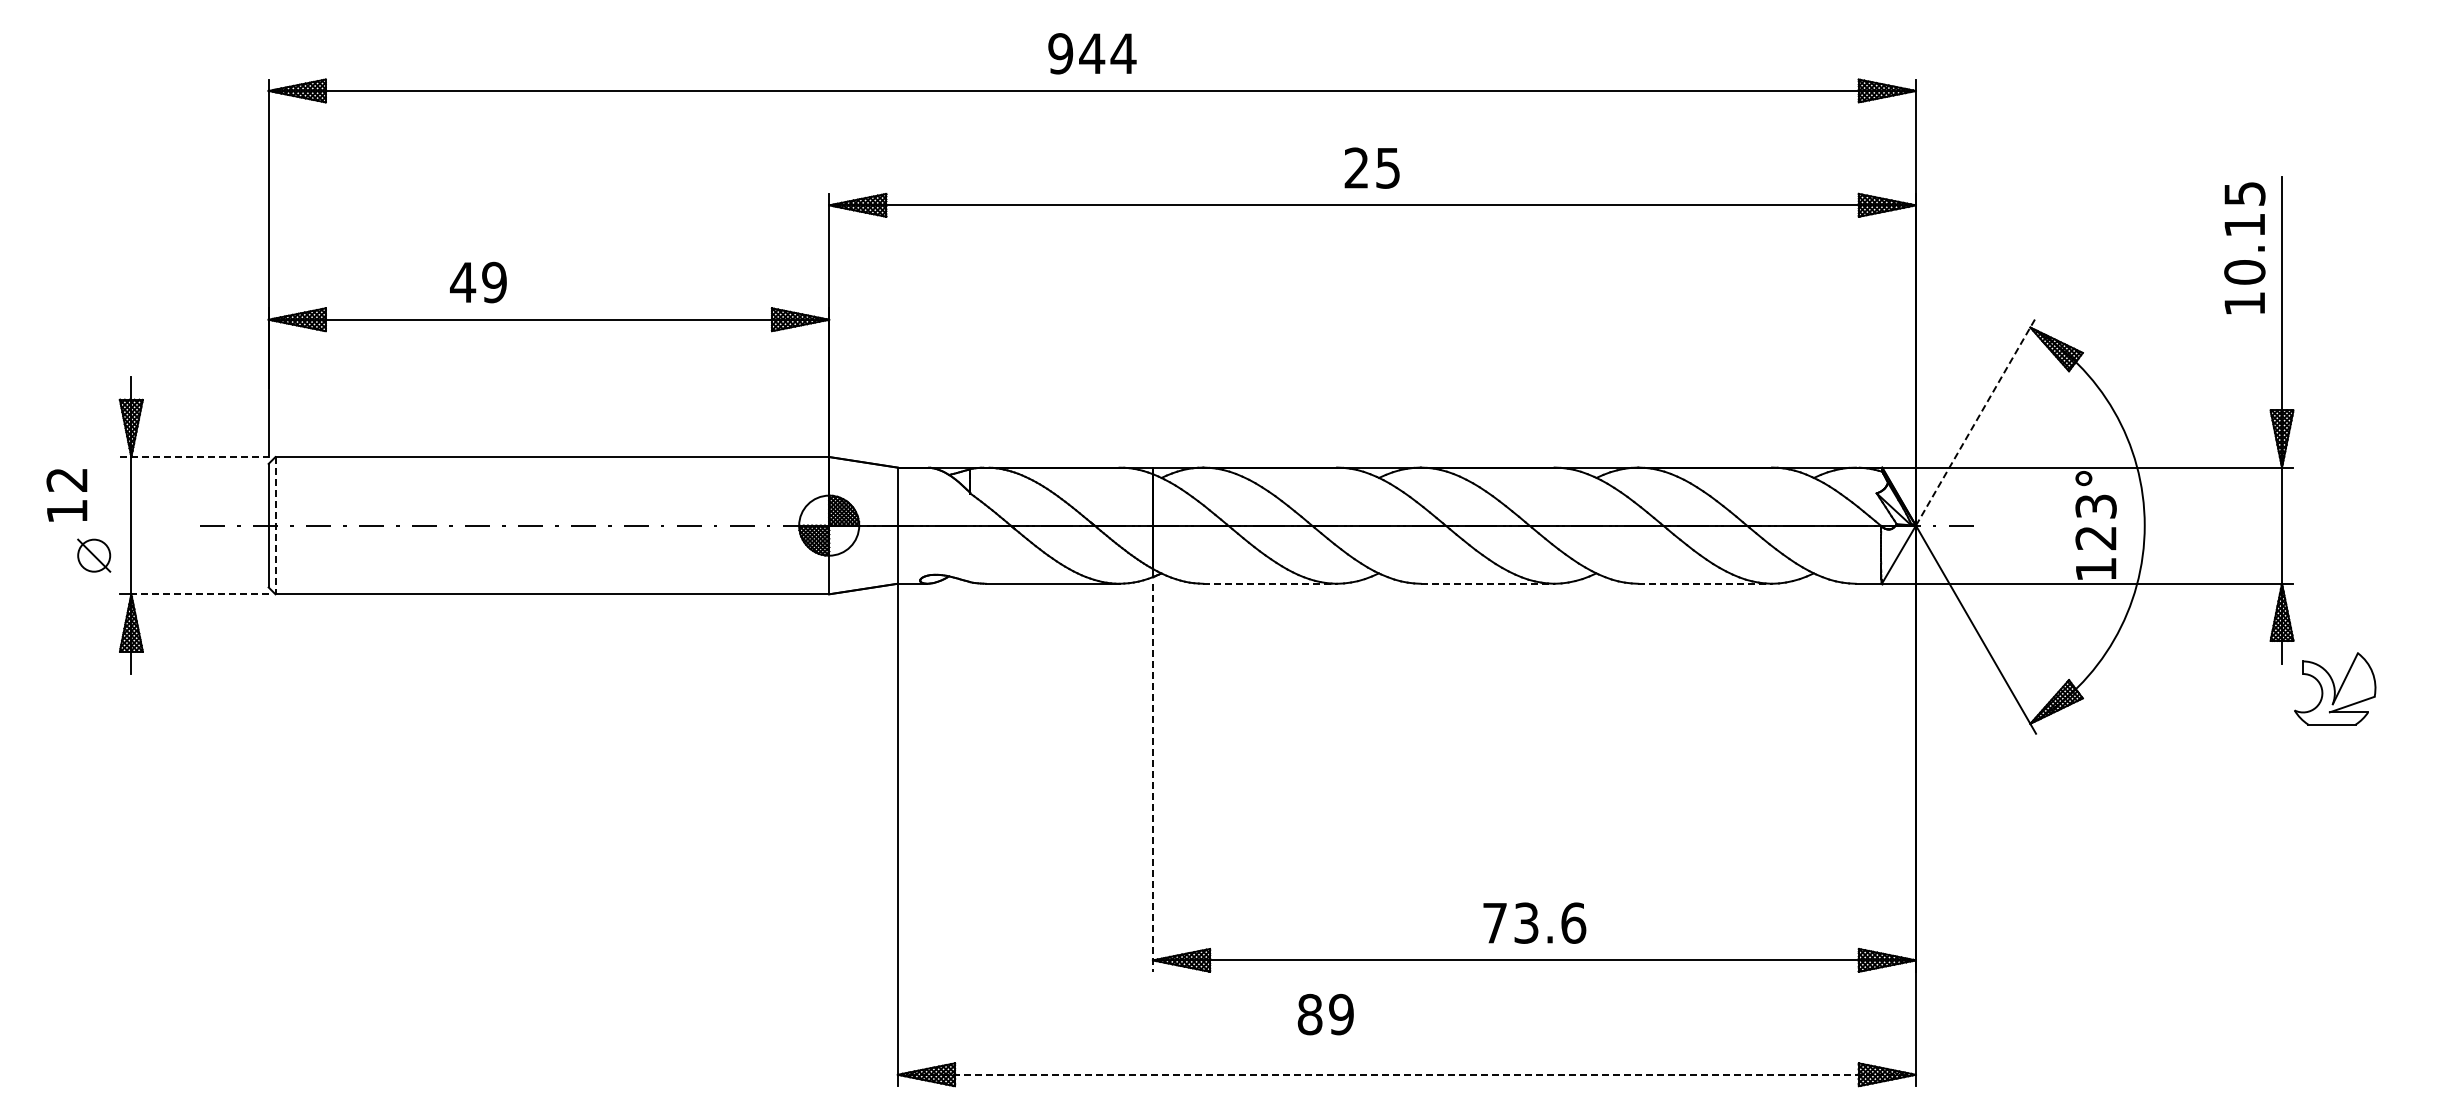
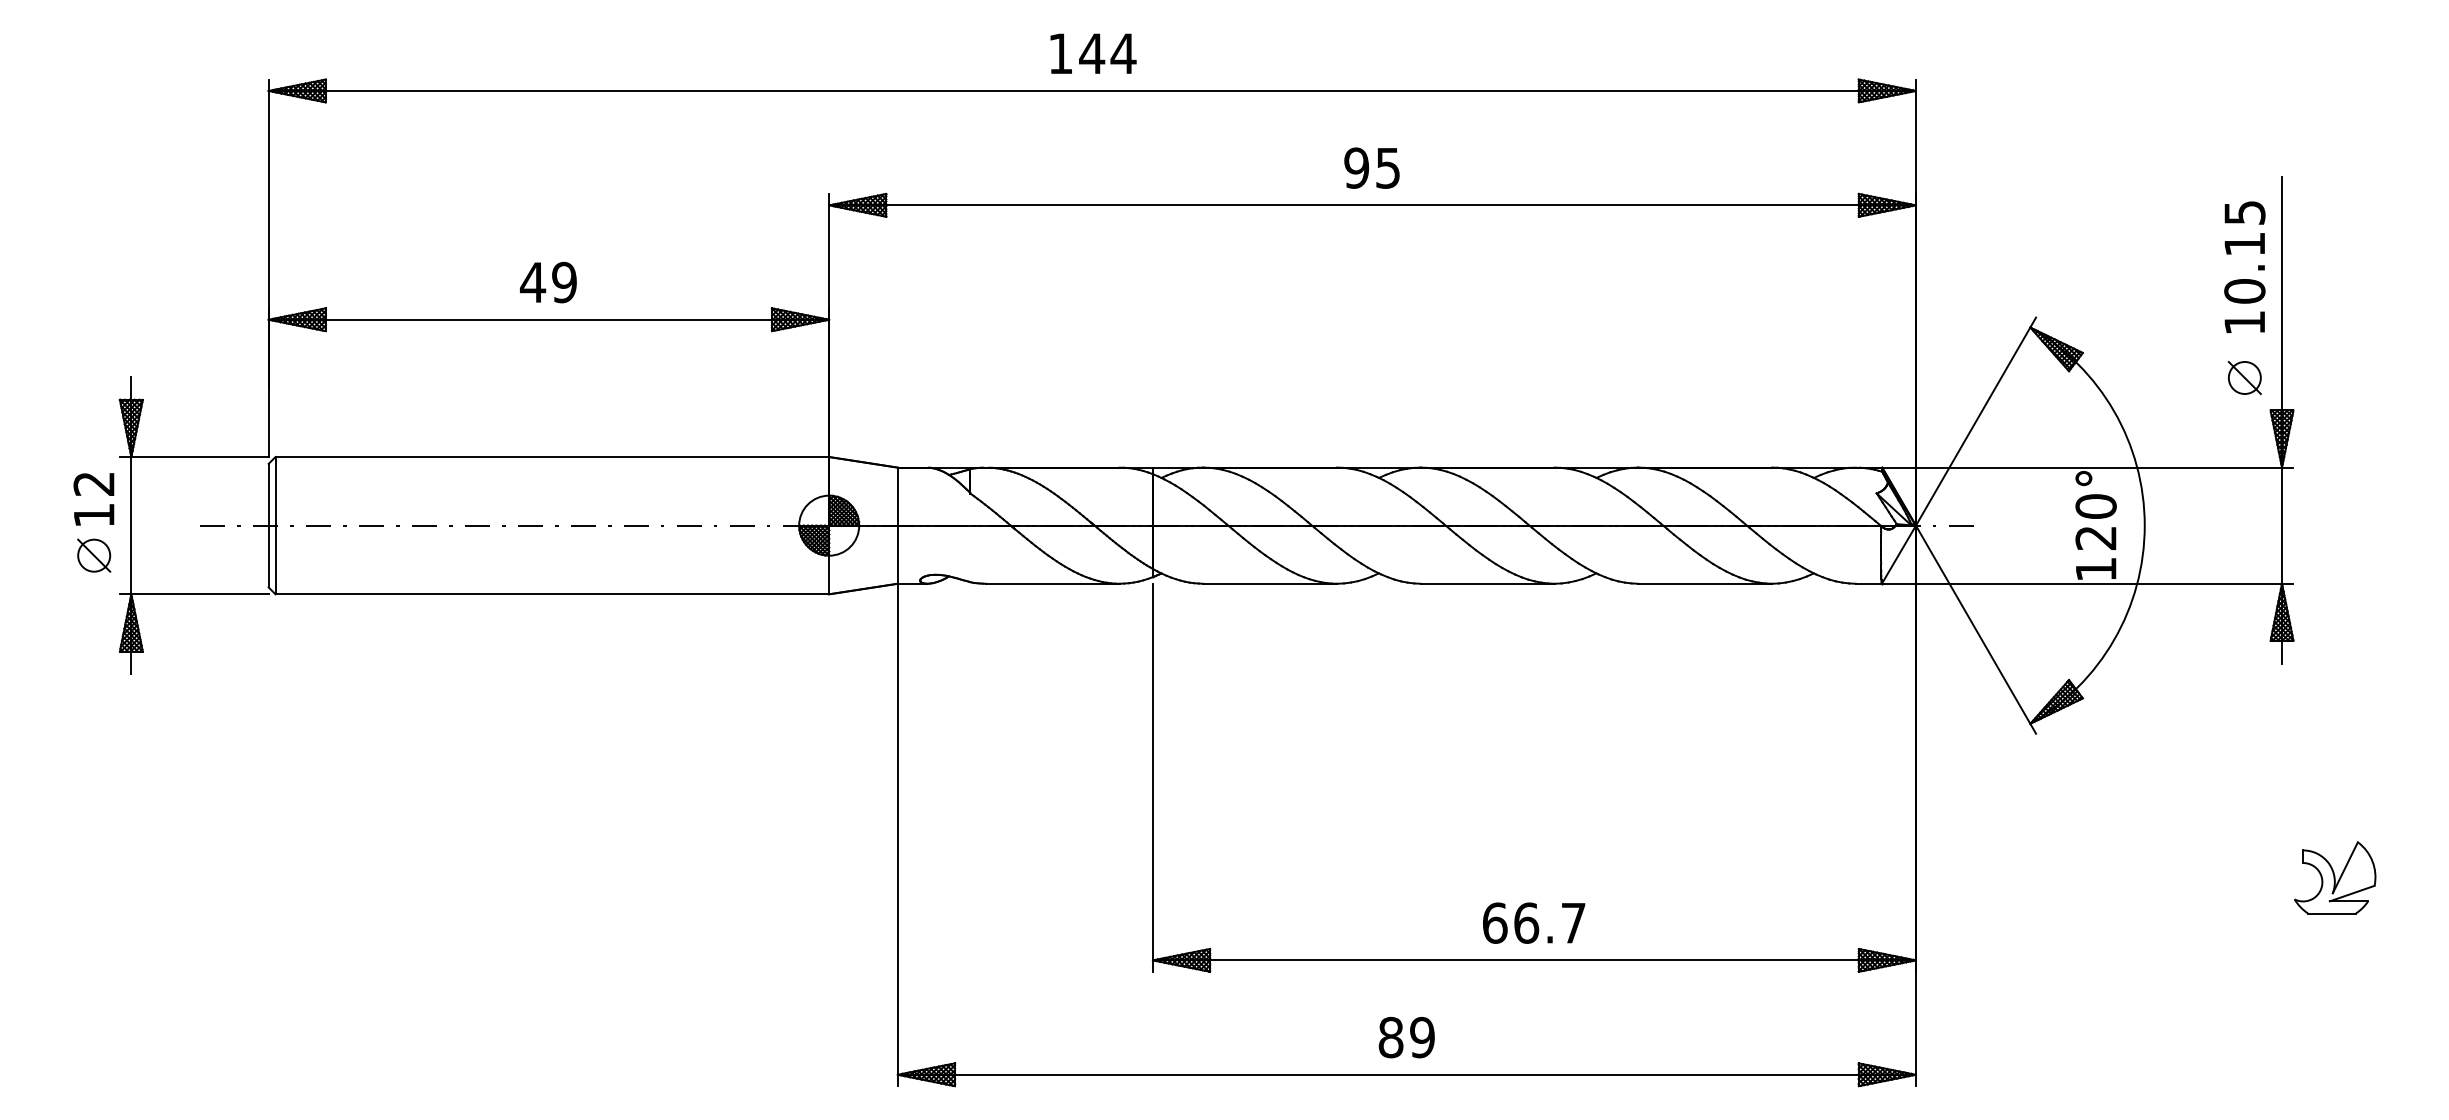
text at (1060, 53): 944 -> 144
text at (1356, 167): 25 -> 95
text at (2244, 247) position: (2244, 247) -> (2244, 266)
text at (478, 282) position: (478, 282) -> (548, 282)
part at (2244, 377): none -> present
line at (1976, 421): dashed -> solid
line at (194, 457): dashed -> solid
text at (66, 495) position: (66, 495) -> (93, 499)
text at (2095, 506): 123° -> 120°
line at (275, 525): dashed -> solid
line at (1270, 583): dashed -> solid
line at (1487, 583): dashed -> solid
line at (1705, 583): dashed -> solid
line at (200, 594): dashed -> solid
part at (2335, 688) position: (2335, 688) -> (2335, 877)
line at (1152, 778): dashed -> solid
text at (1534, 922): 73.6 -> 66.7
text at (1325, 1014) position: (1325, 1014) -> (1406, 1037)
line at (1407, 1074): dashed -> solid
